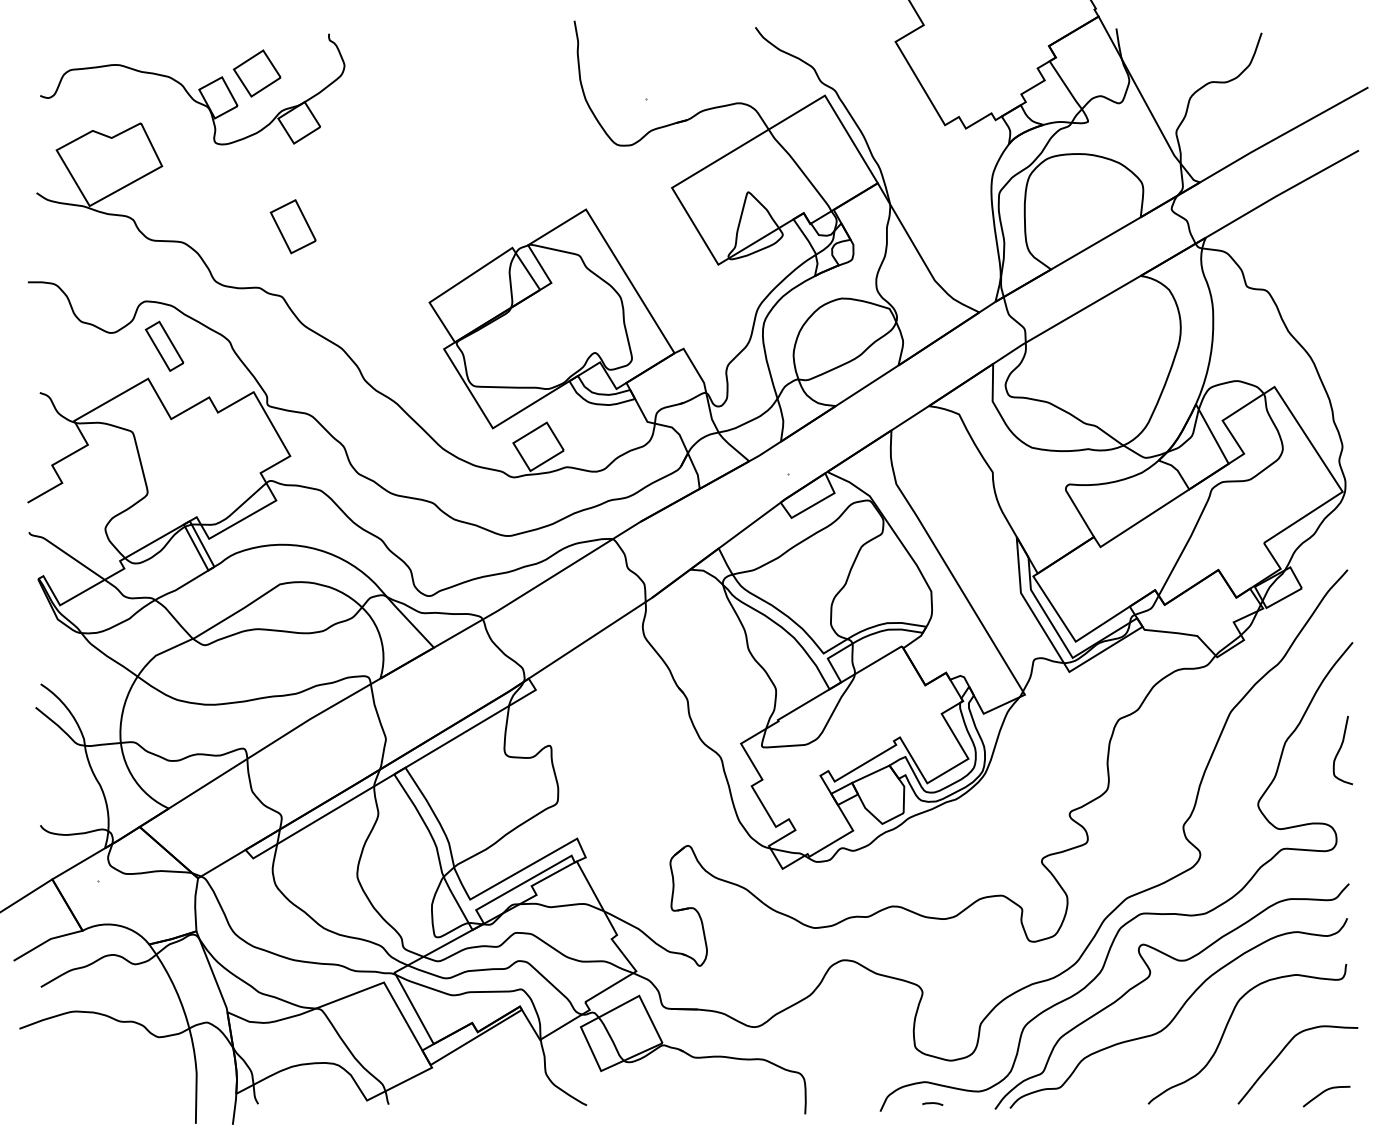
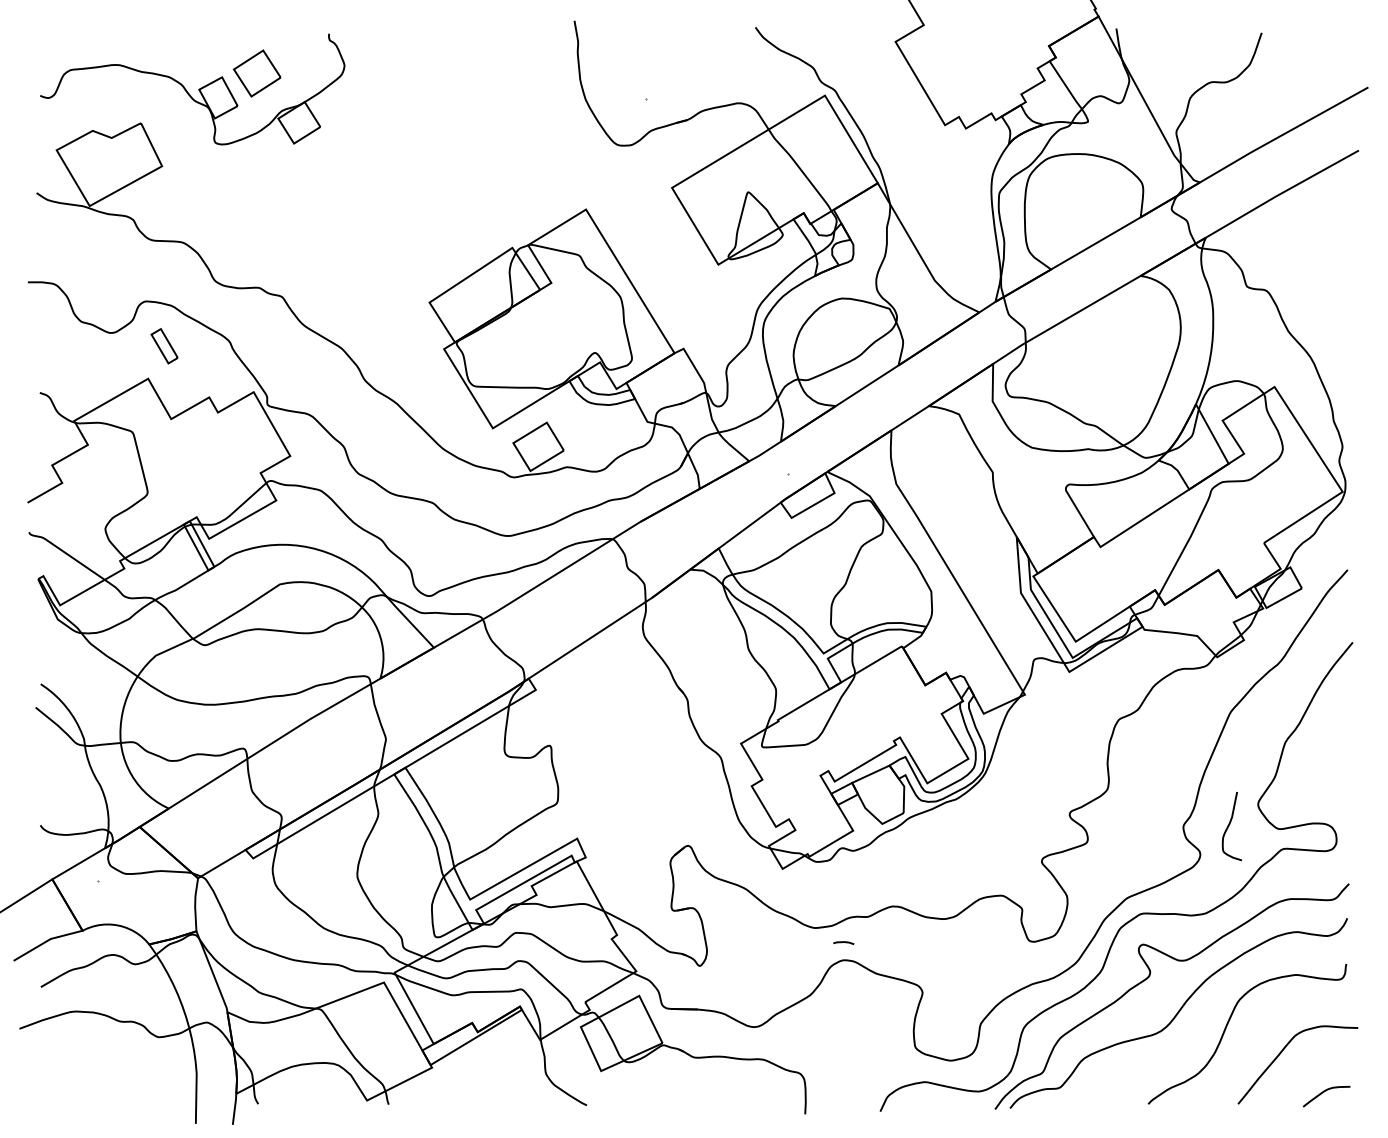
part at (292, 226): present -> none
part at (164, 345) size: 41x52 px -> 29x37 px
curve at (1340, 750) position: (1340, 750) -> (1229, 826)
line at (932, 1103) position: (932, 1103) -> (843, 942)
